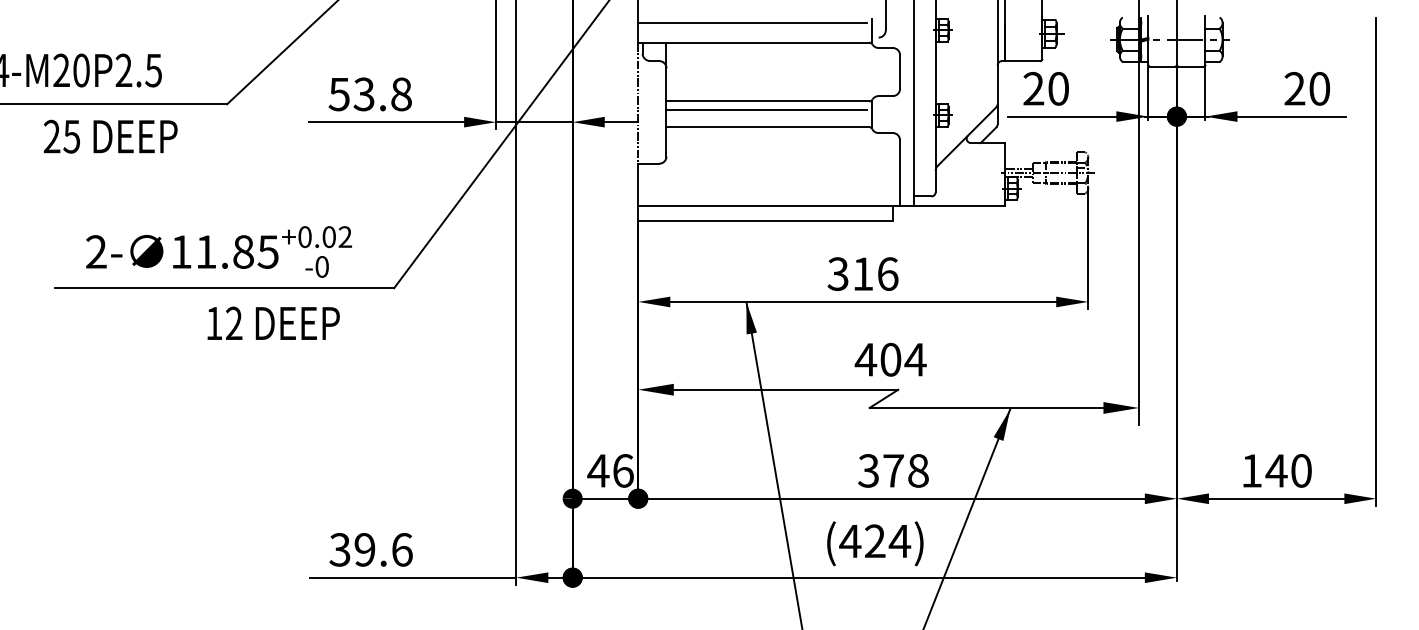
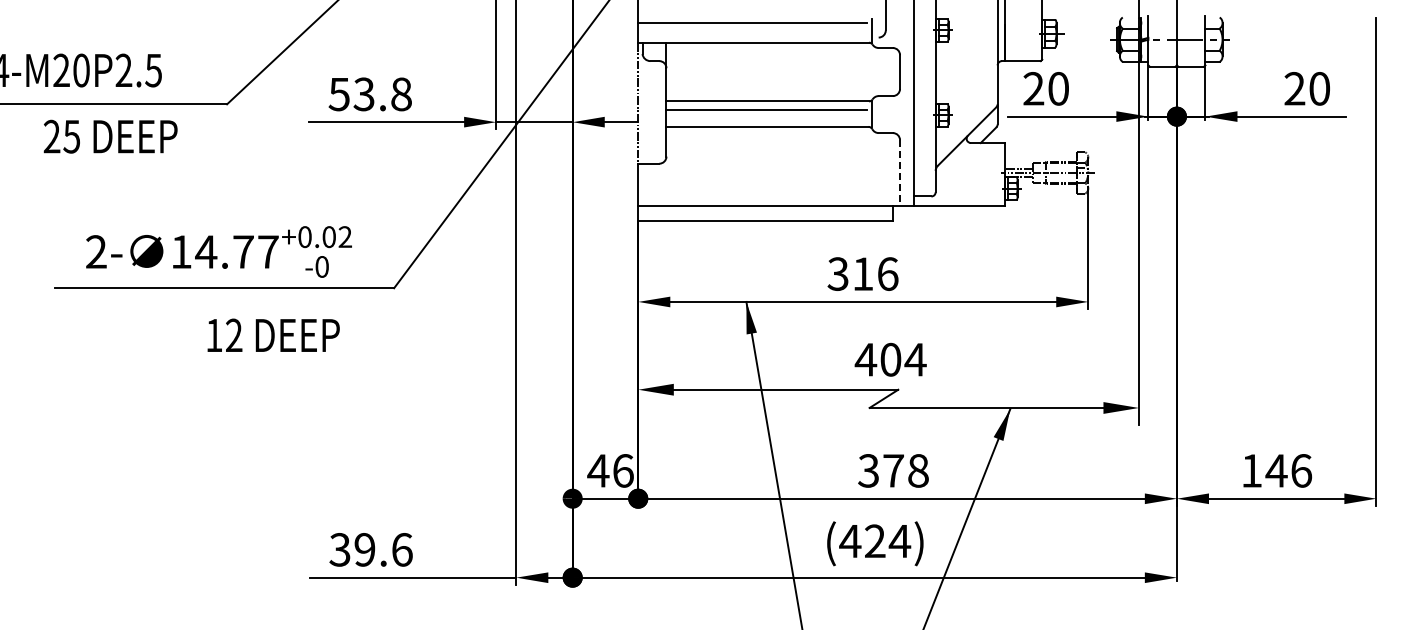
line at (900, 173): solid -> dashed
text at (236, 251): 11.85 -> 14.77
text at (273, 322) position: (273, 322) -> (273, 334)
text at (1301, 470): 140 -> 146
